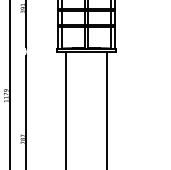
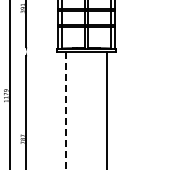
line at (65, 110): solid -> dashed
